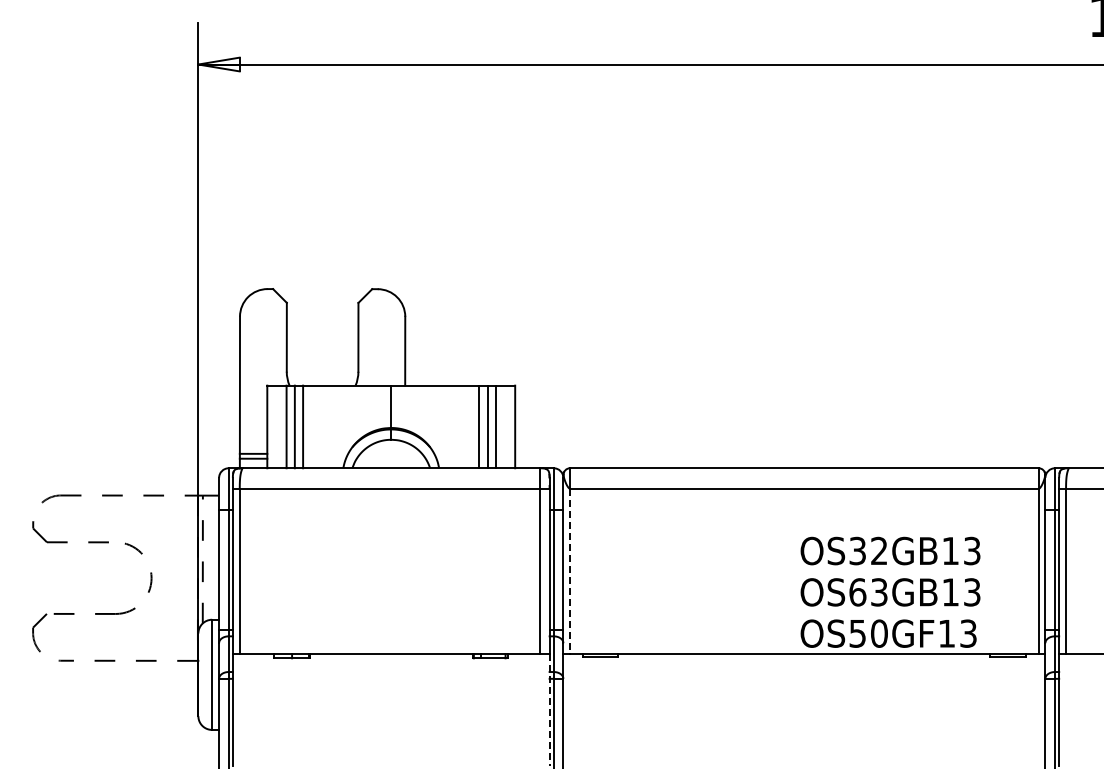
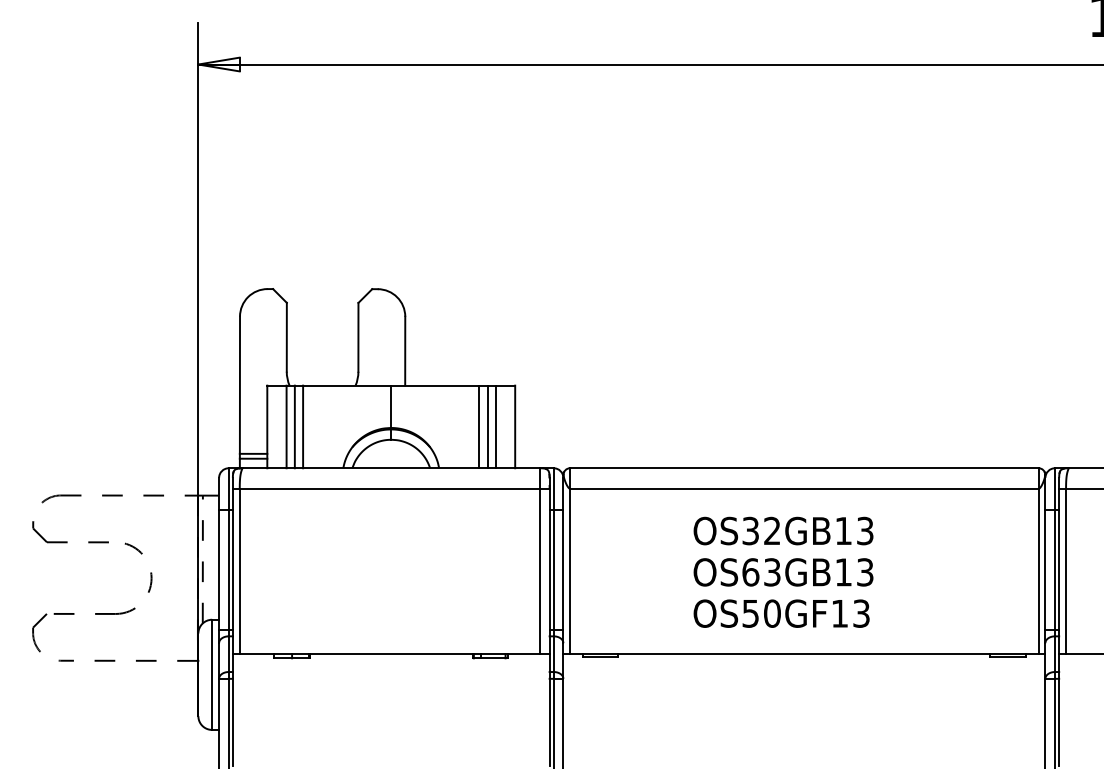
line at (570, 571): dashed -> solid
text at (890, 591) position: (890, 591) -> (783, 571)
line at (549, 709): dashed -> solid
